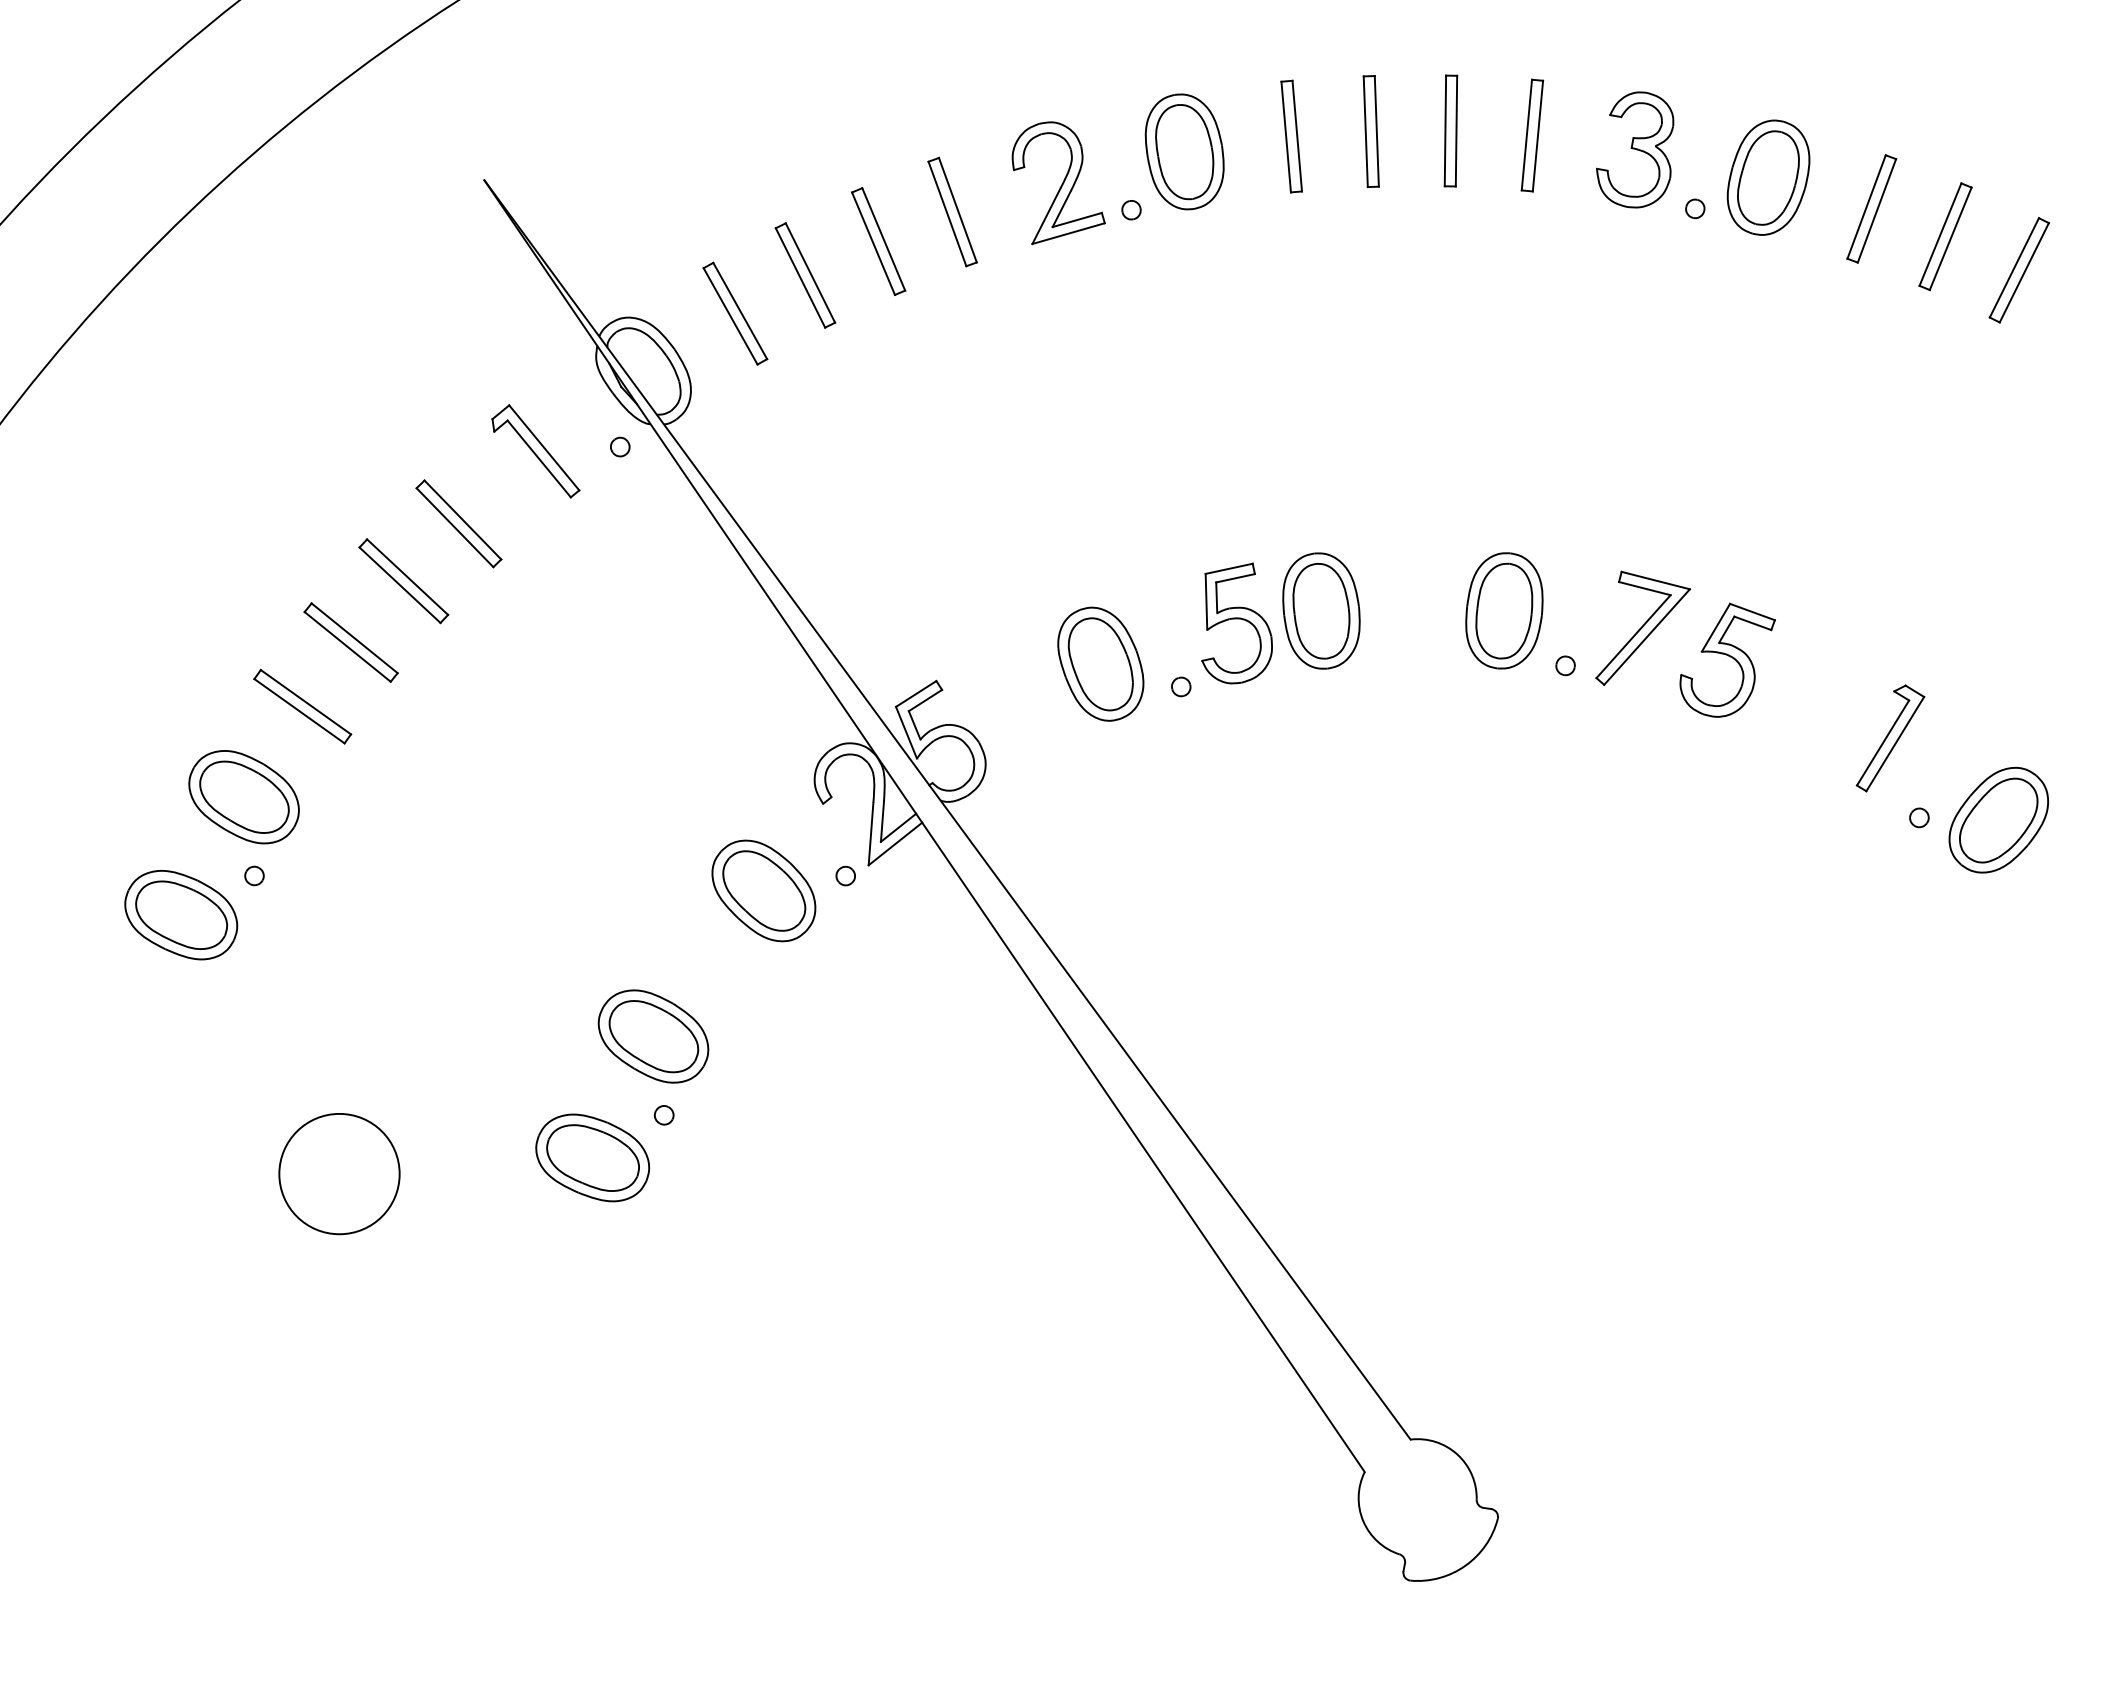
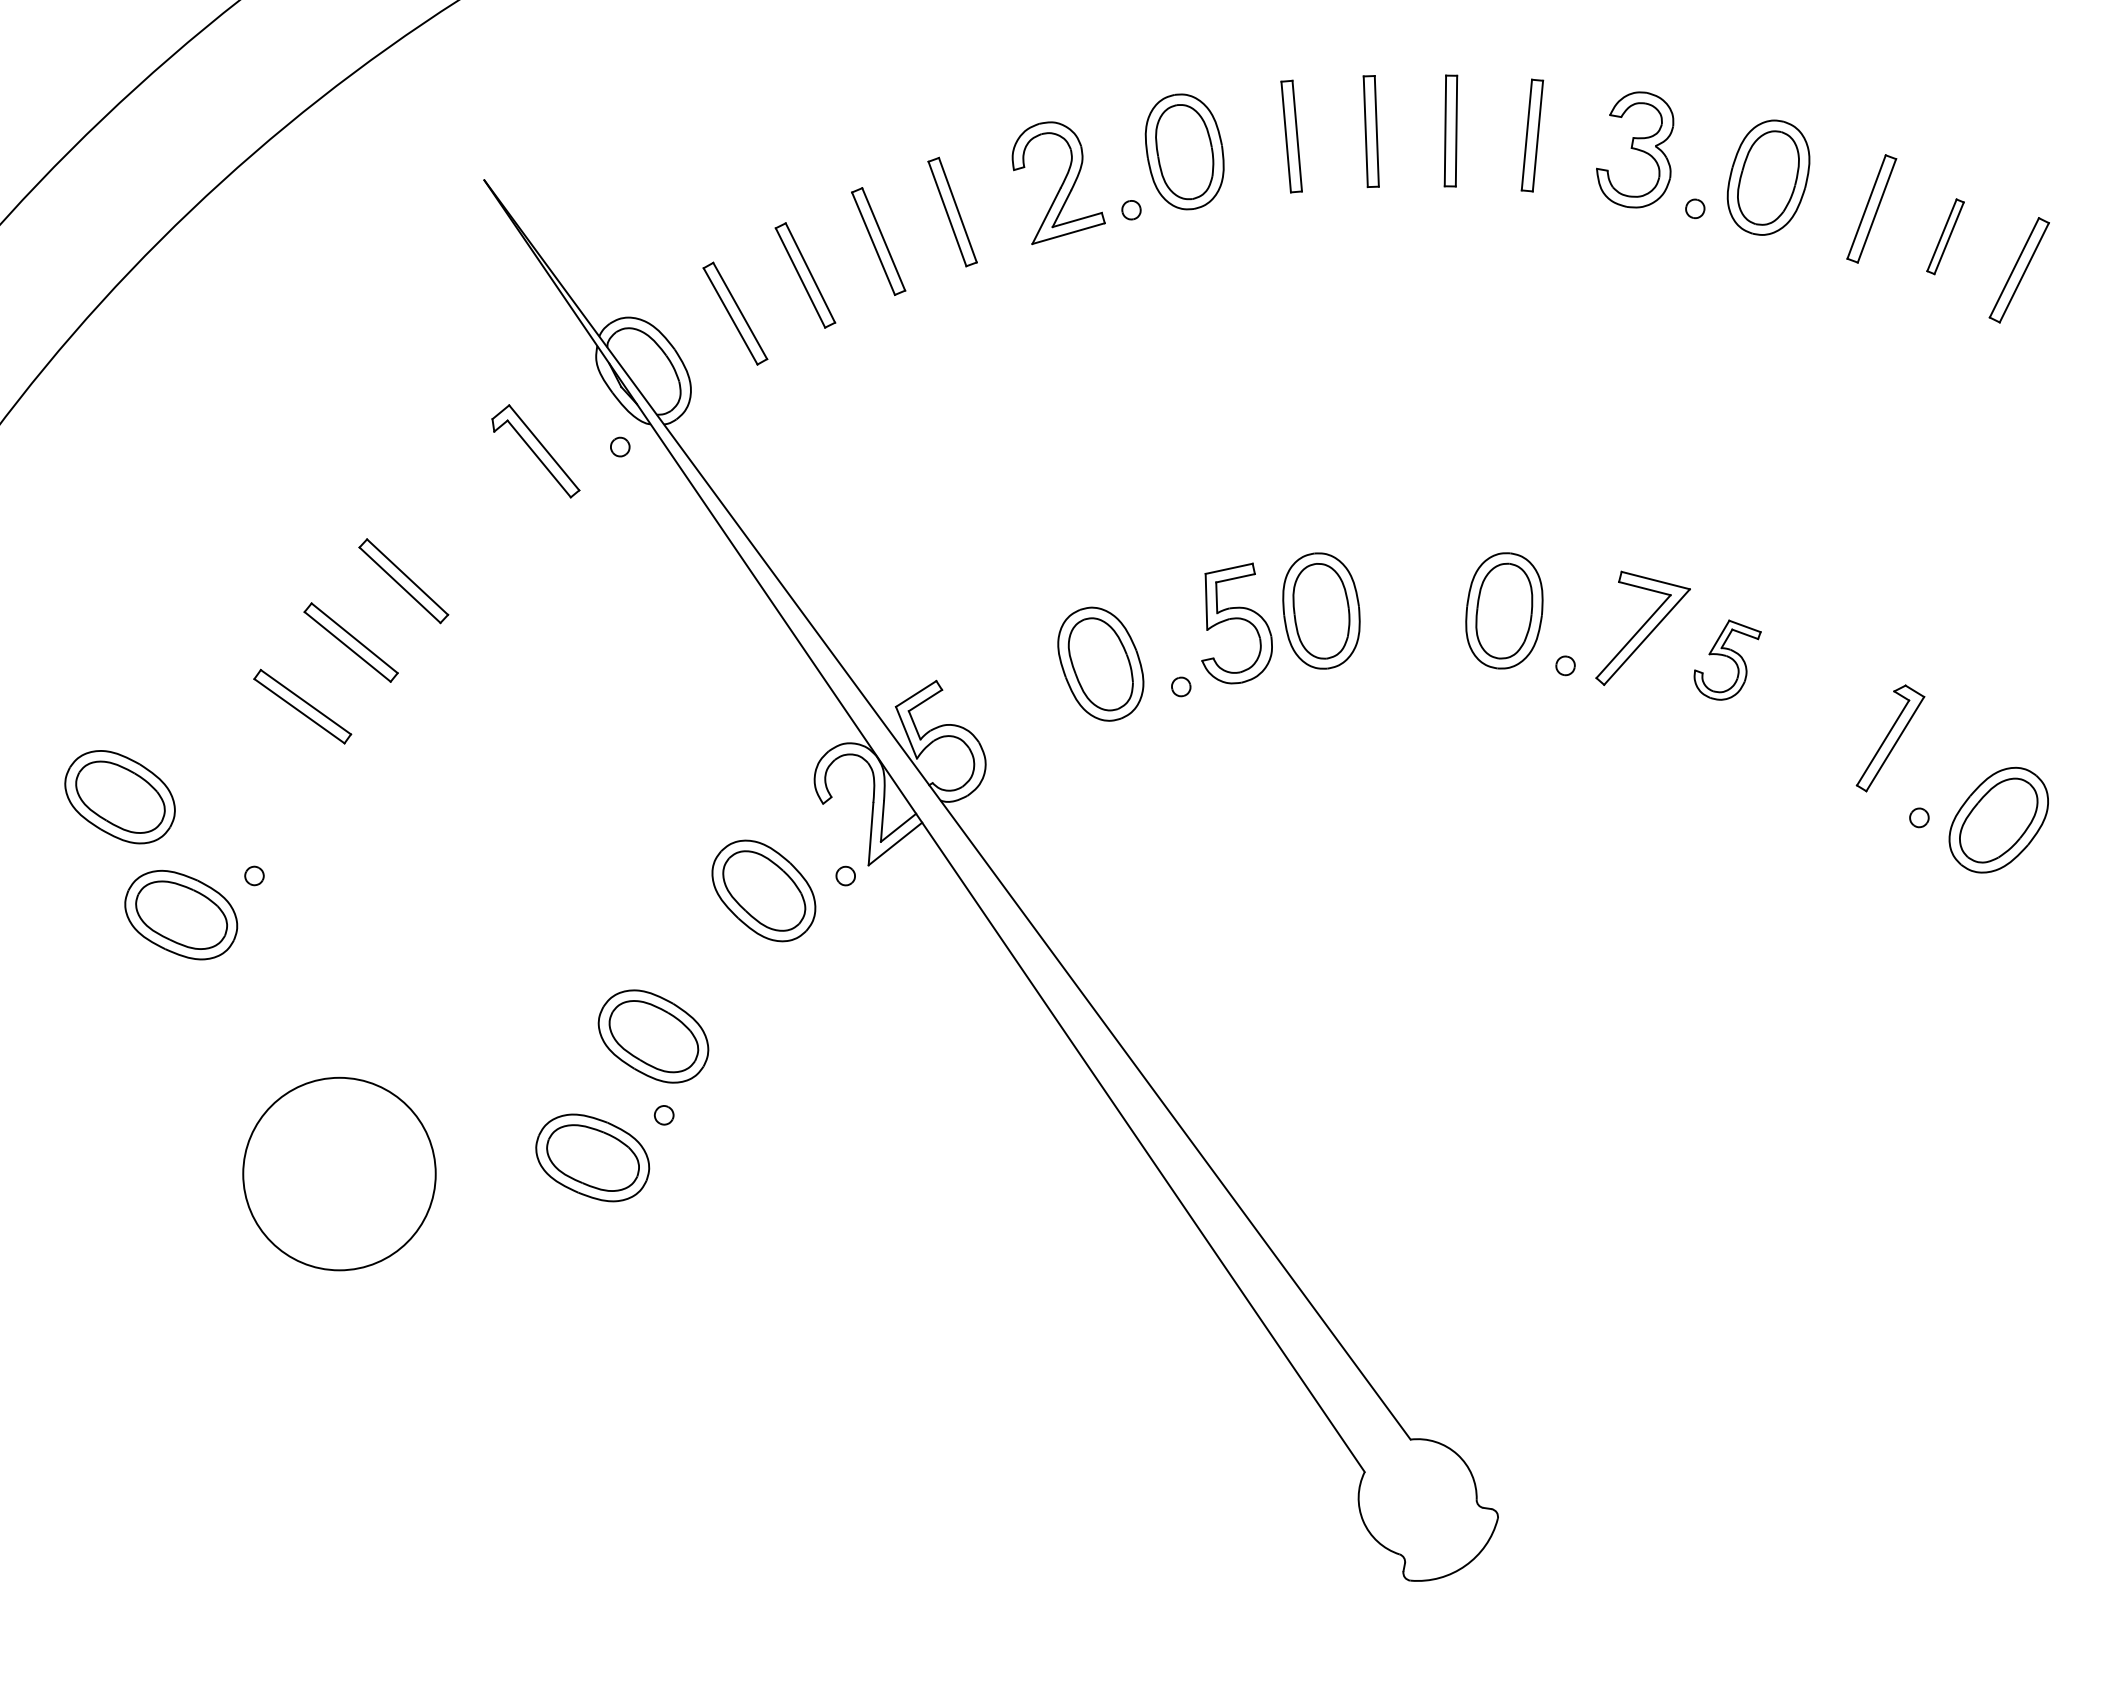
part at (1945, 236) size: 55x110 px -> 39x78 px
part at (458, 523): present -> none
part at (1727, 659) size: 97x116 px -> 69x82 px
part at (243, 797) position: (243, 797) -> (119, 797)
circle at (339, 1173) diameter: 120 px -> 193 px
